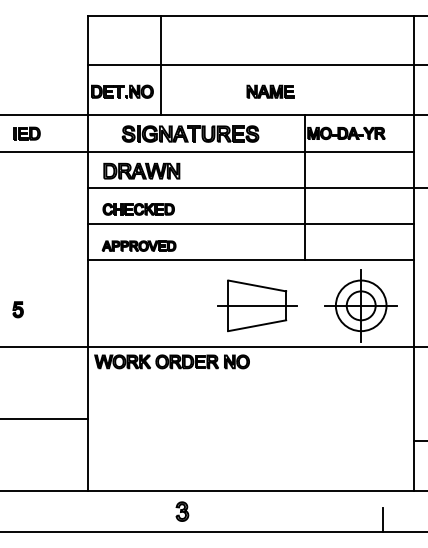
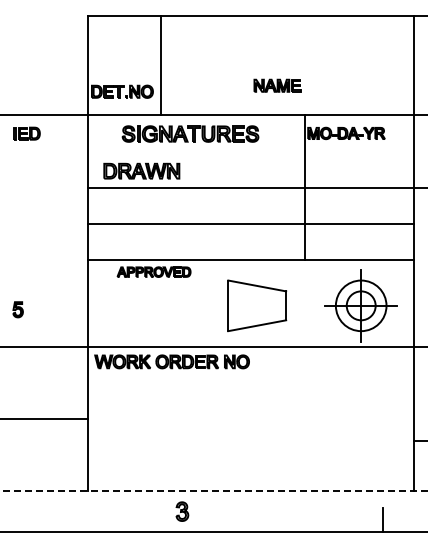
line at (256, 64): present -> none
part at (270, 91) position: (270, 91) -> (277, 85)
line at (207, 151): present -> none
part at (138, 209): present -> none
part at (138, 245) position: (138, 245) -> (153, 271)
line at (256, 305): present -> none
line at (214, 491): solid -> dashed
